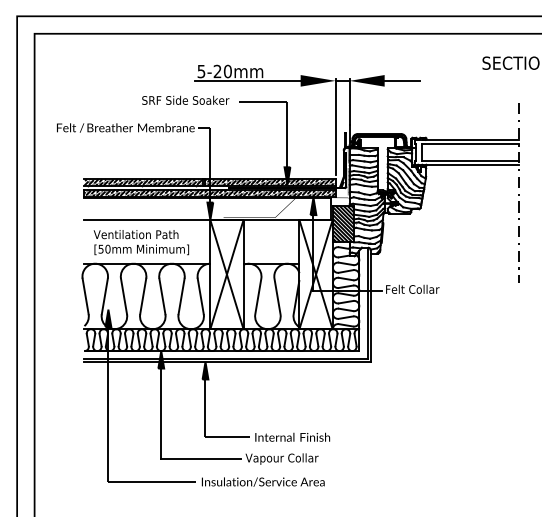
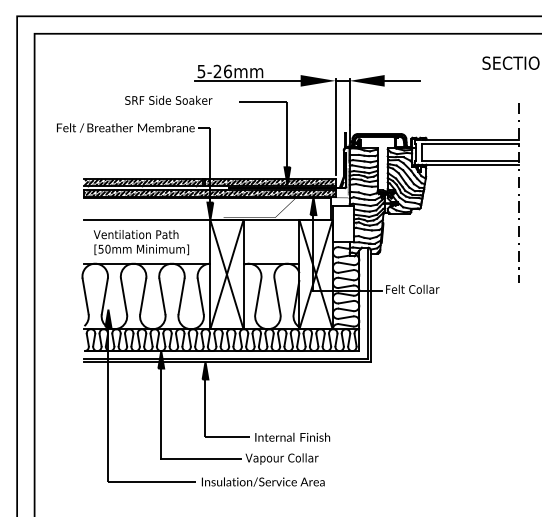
text at (227, 70): 5-20mm -> 5-26mm
text at (185, 99) position: (185, 99) -> (168, 99)
hatch at (343, 223): present -> none
